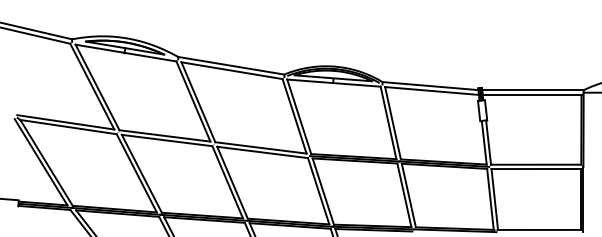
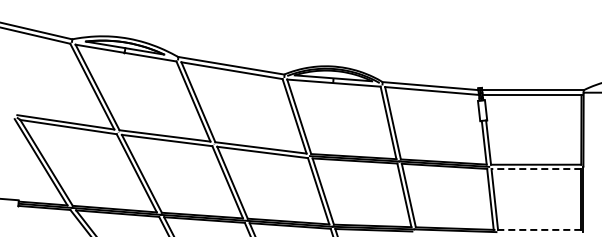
line at (536, 169): solid -> dashed
line at (539, 229): solid -> dashed
